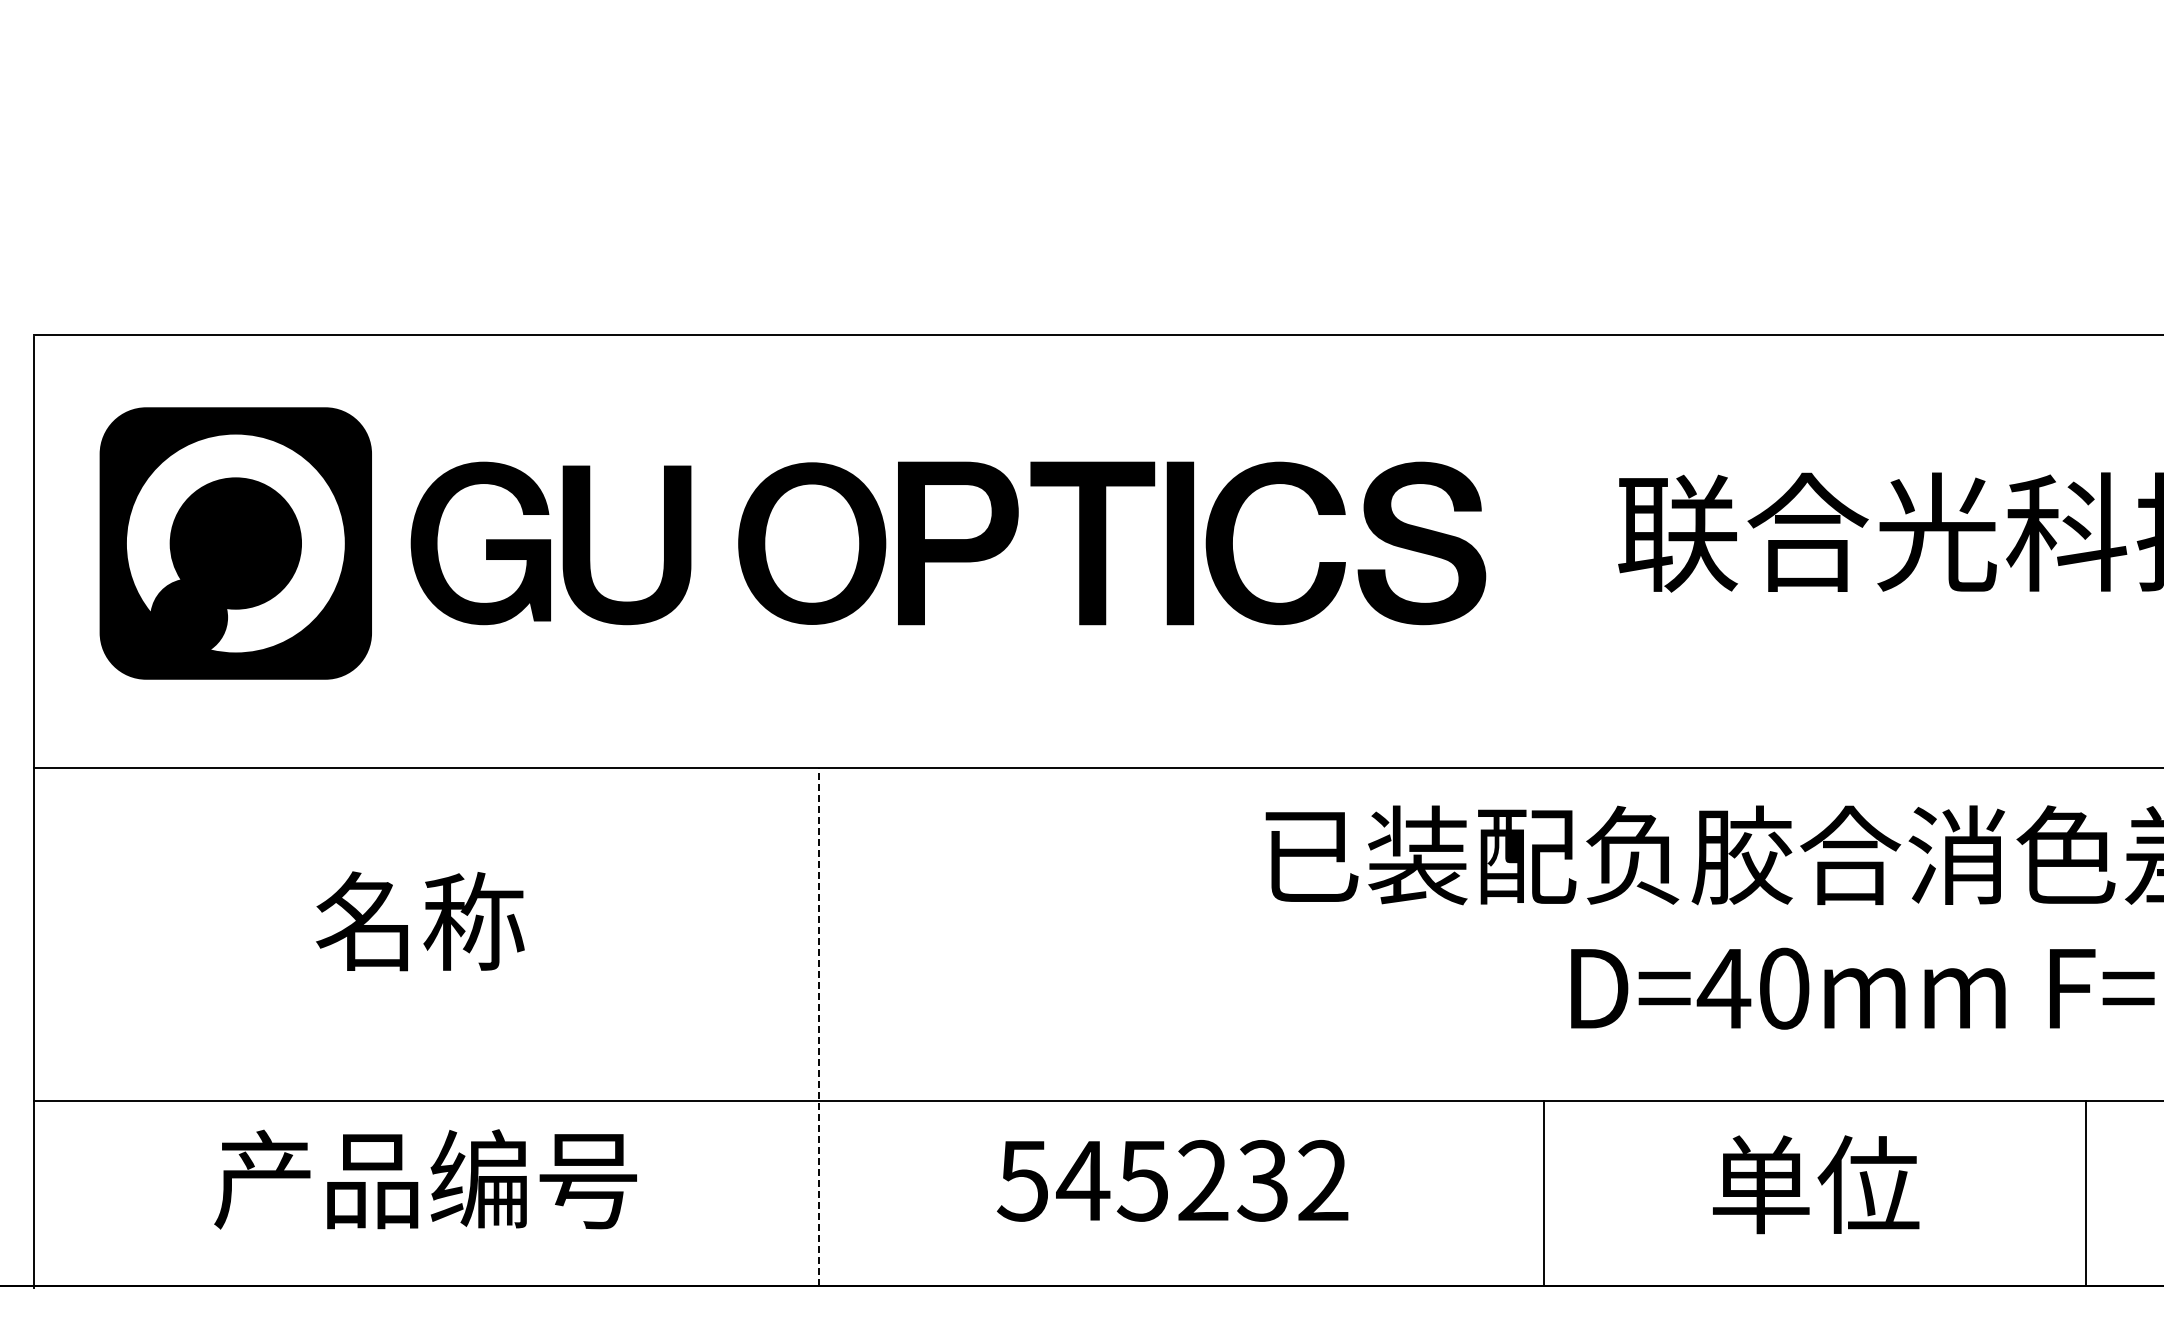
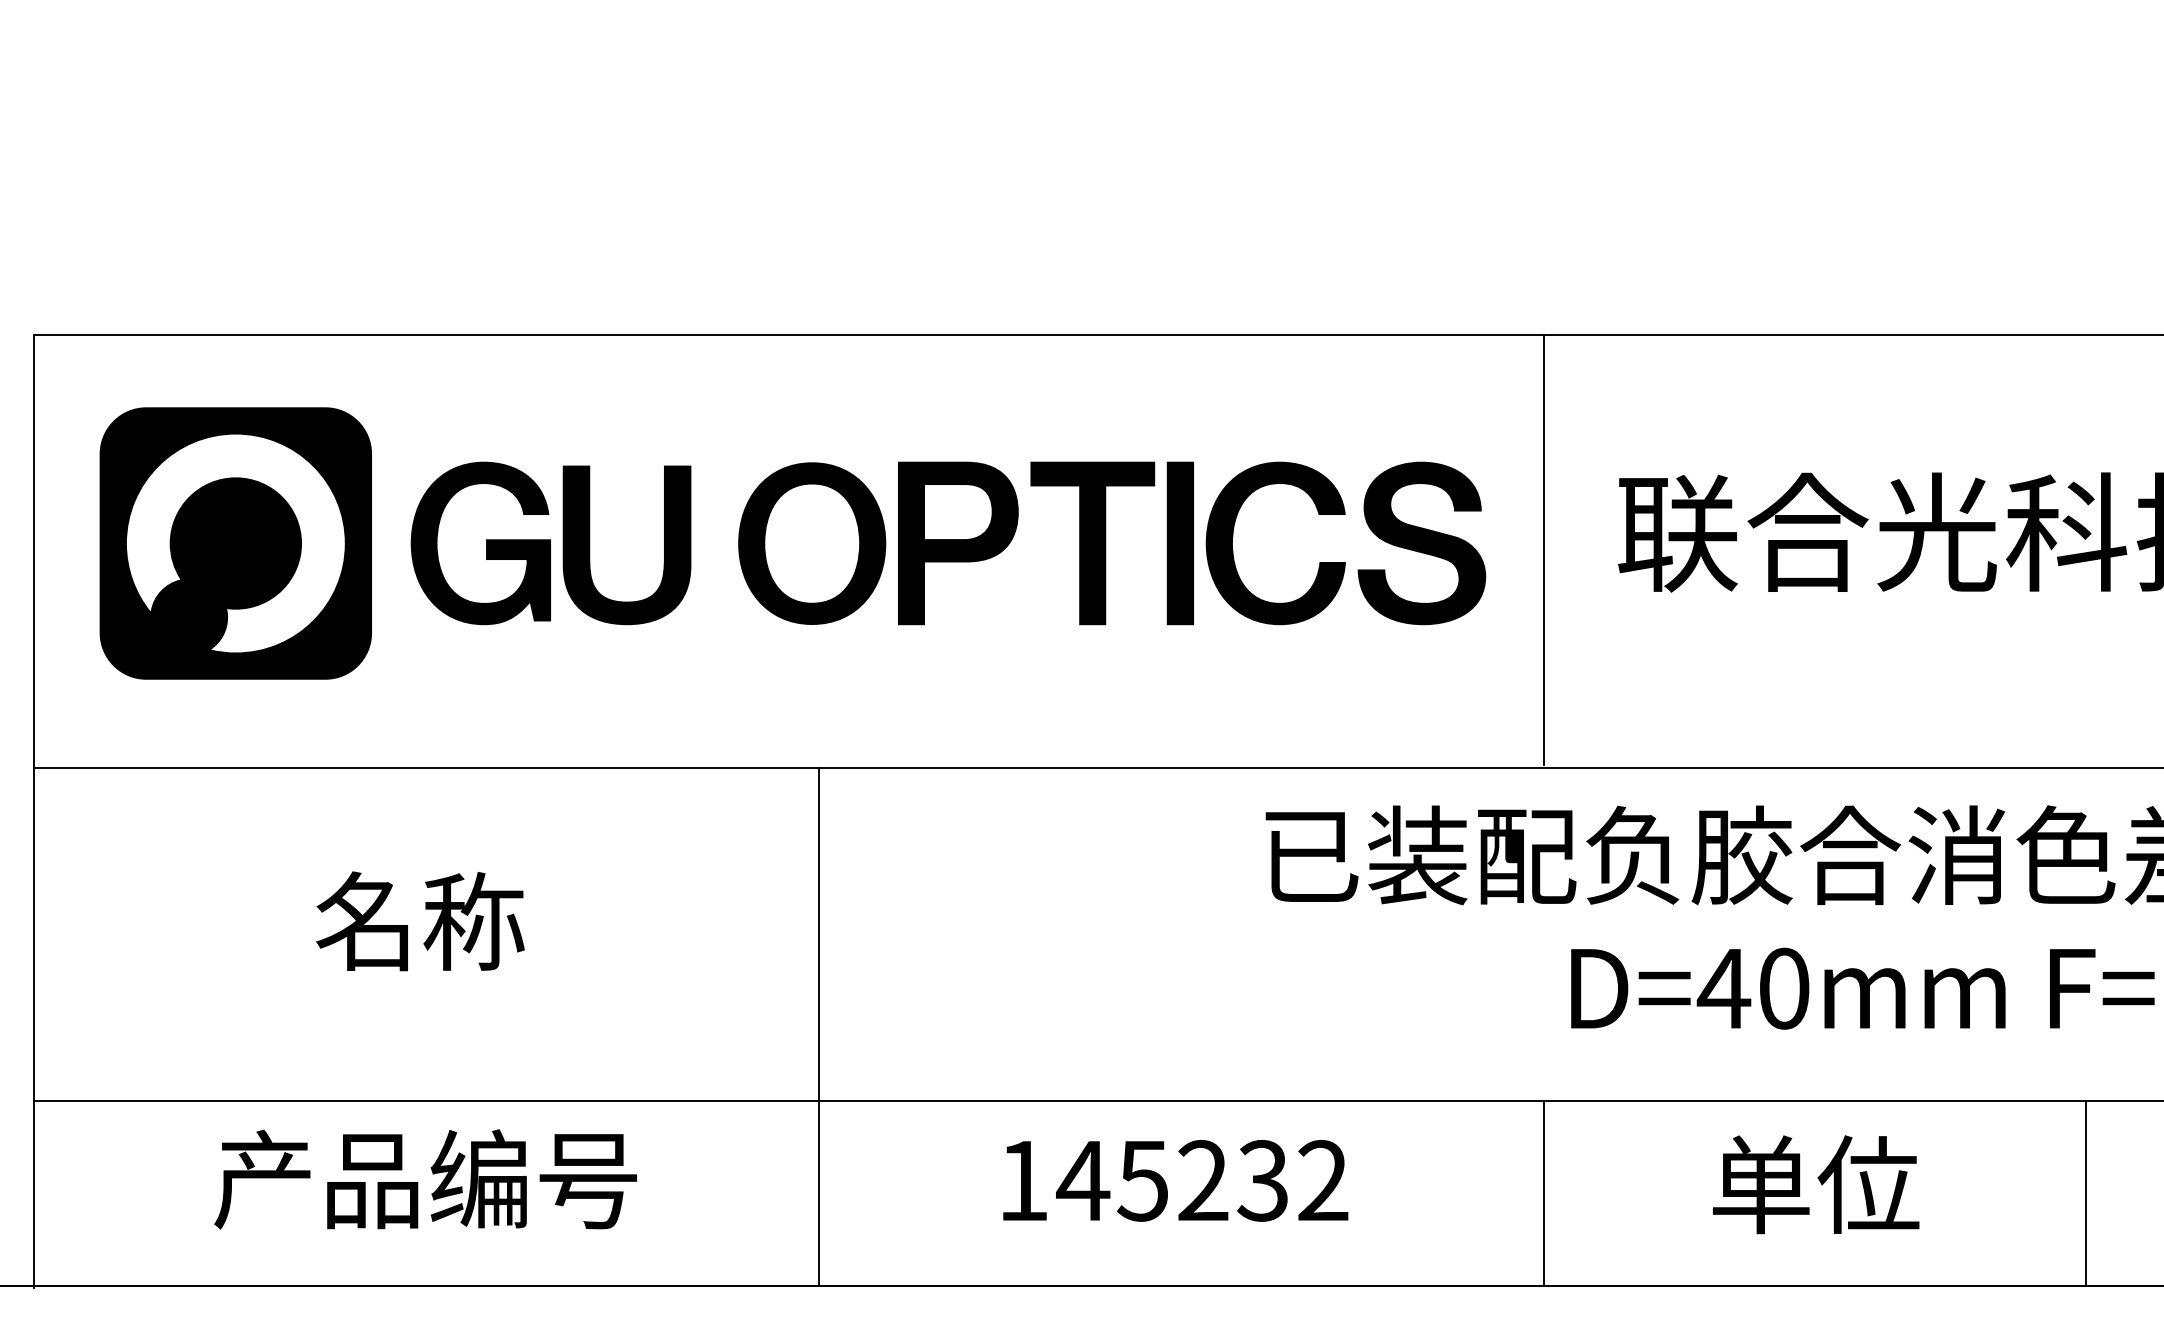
line at (1543, 550): none -> present
line at (818, 1027): dashed -> solid
text at (1022, 1181): 545232 -> 145232
